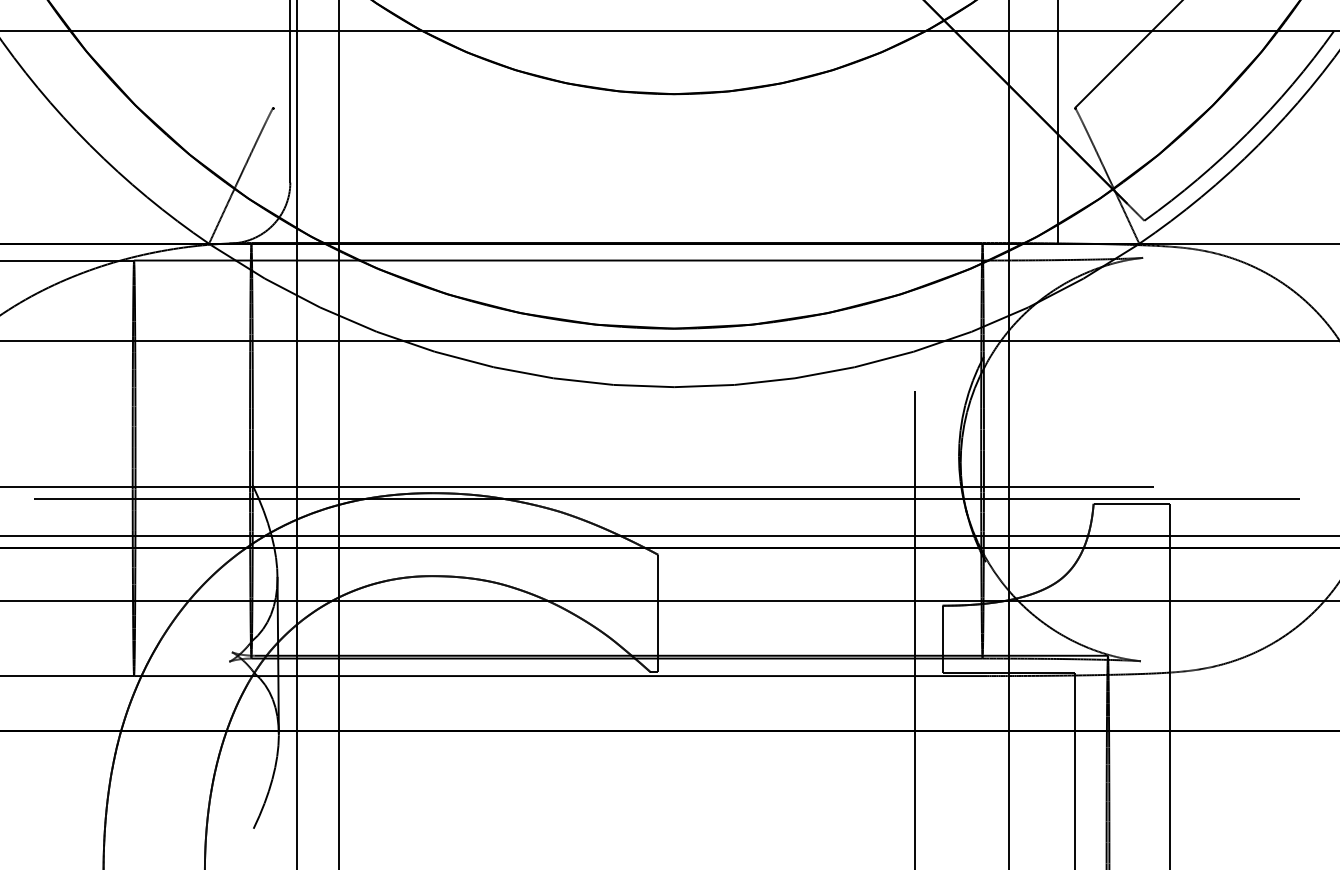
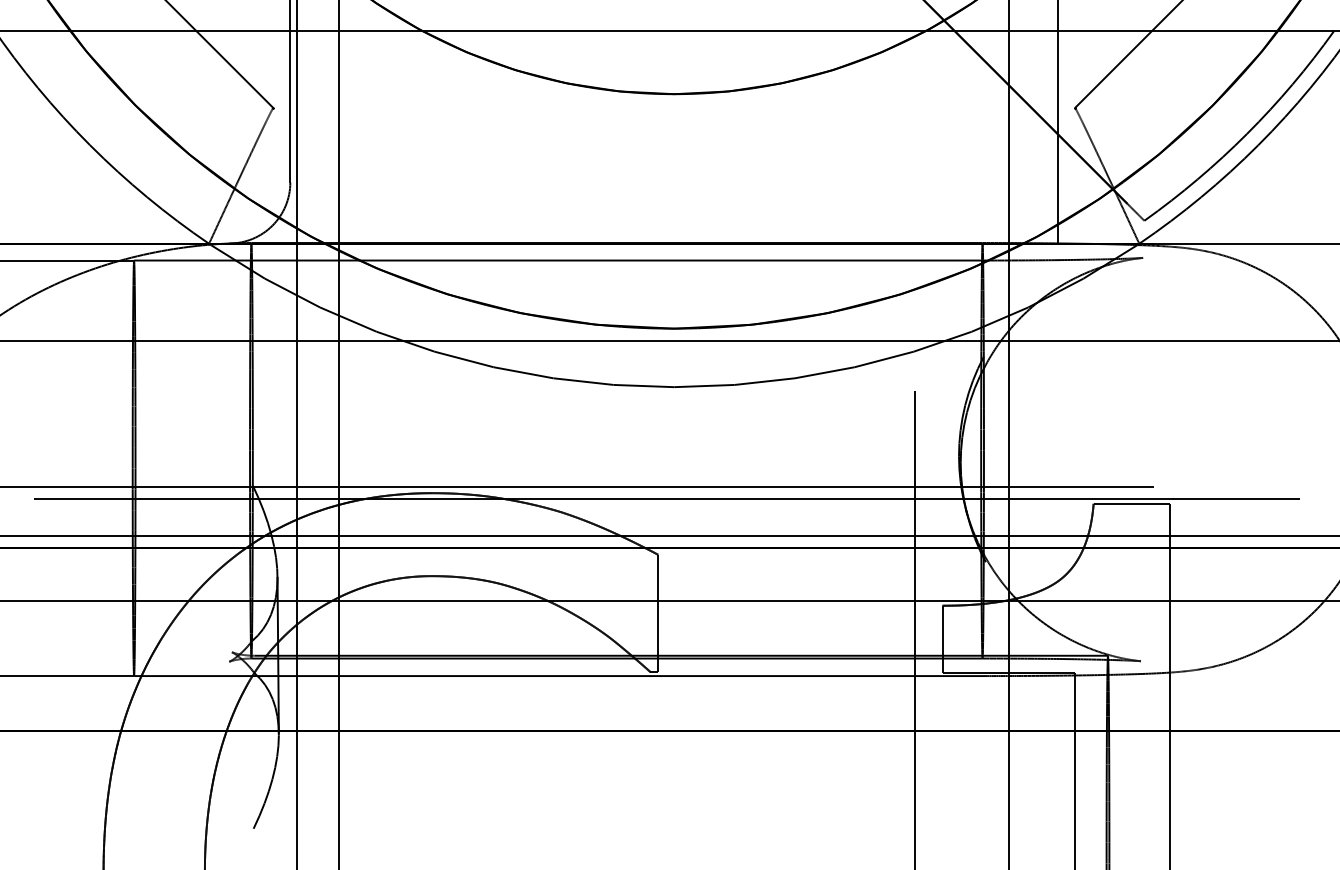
line at (220, 55): none -> present
